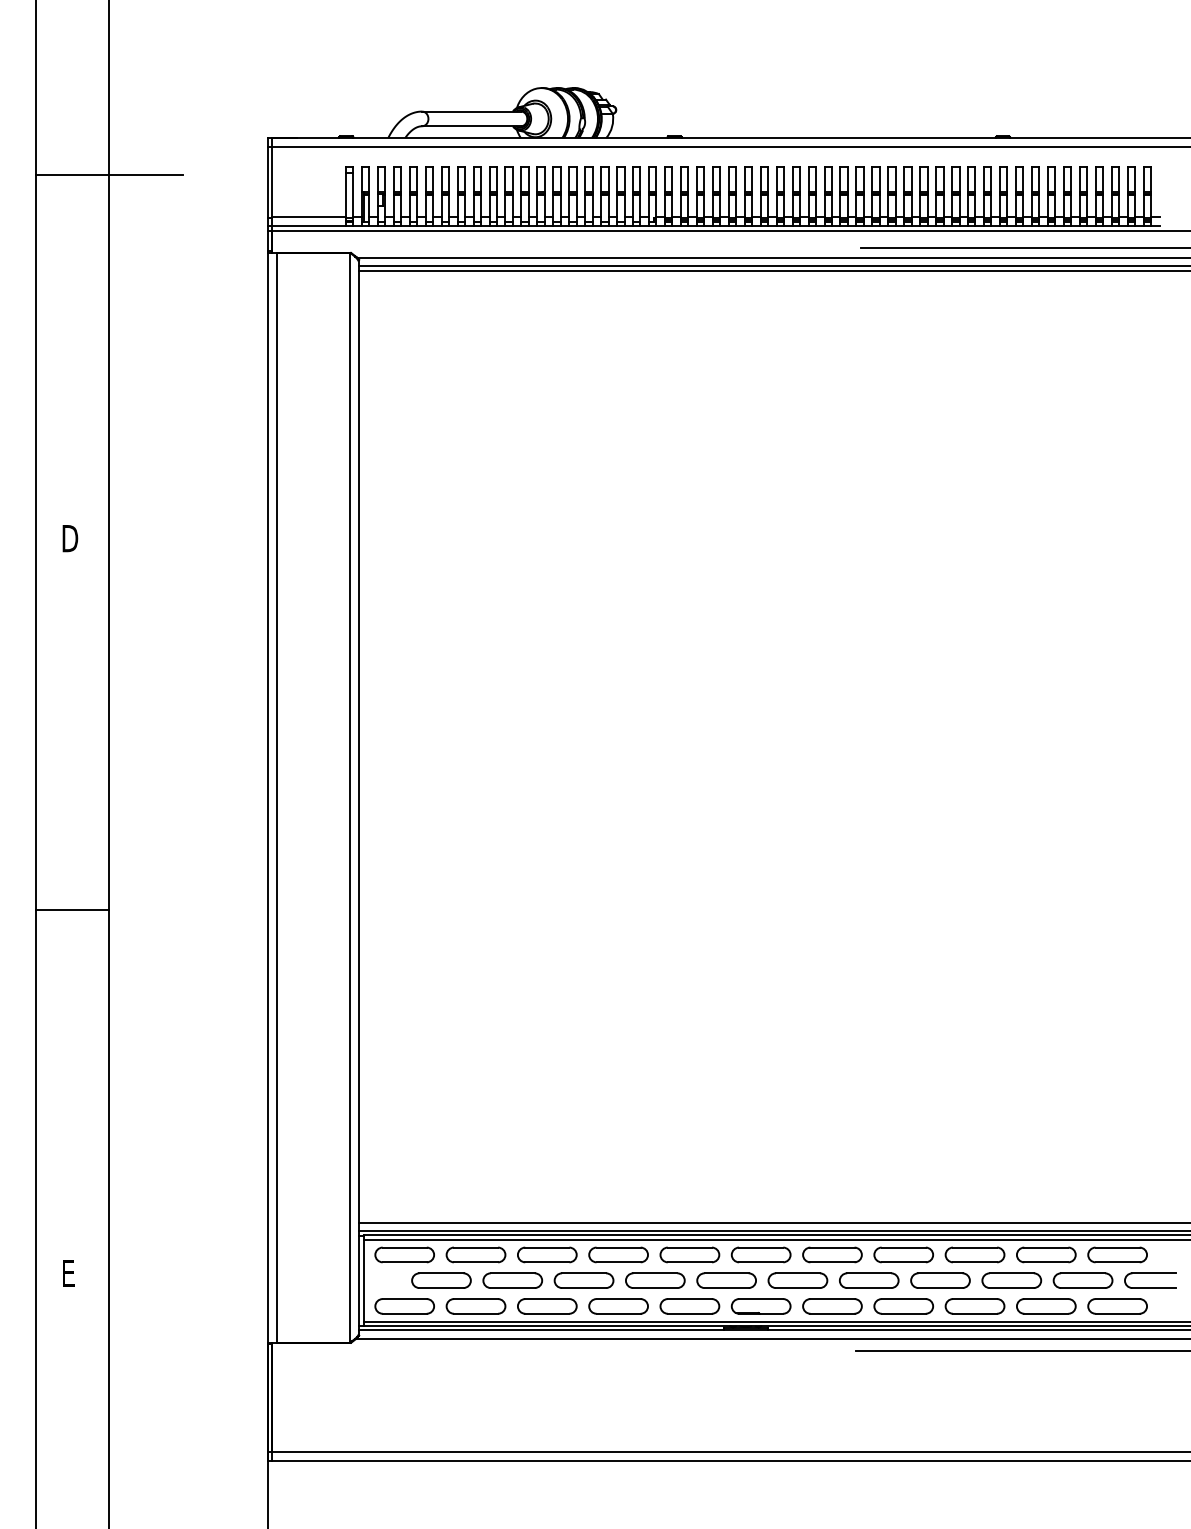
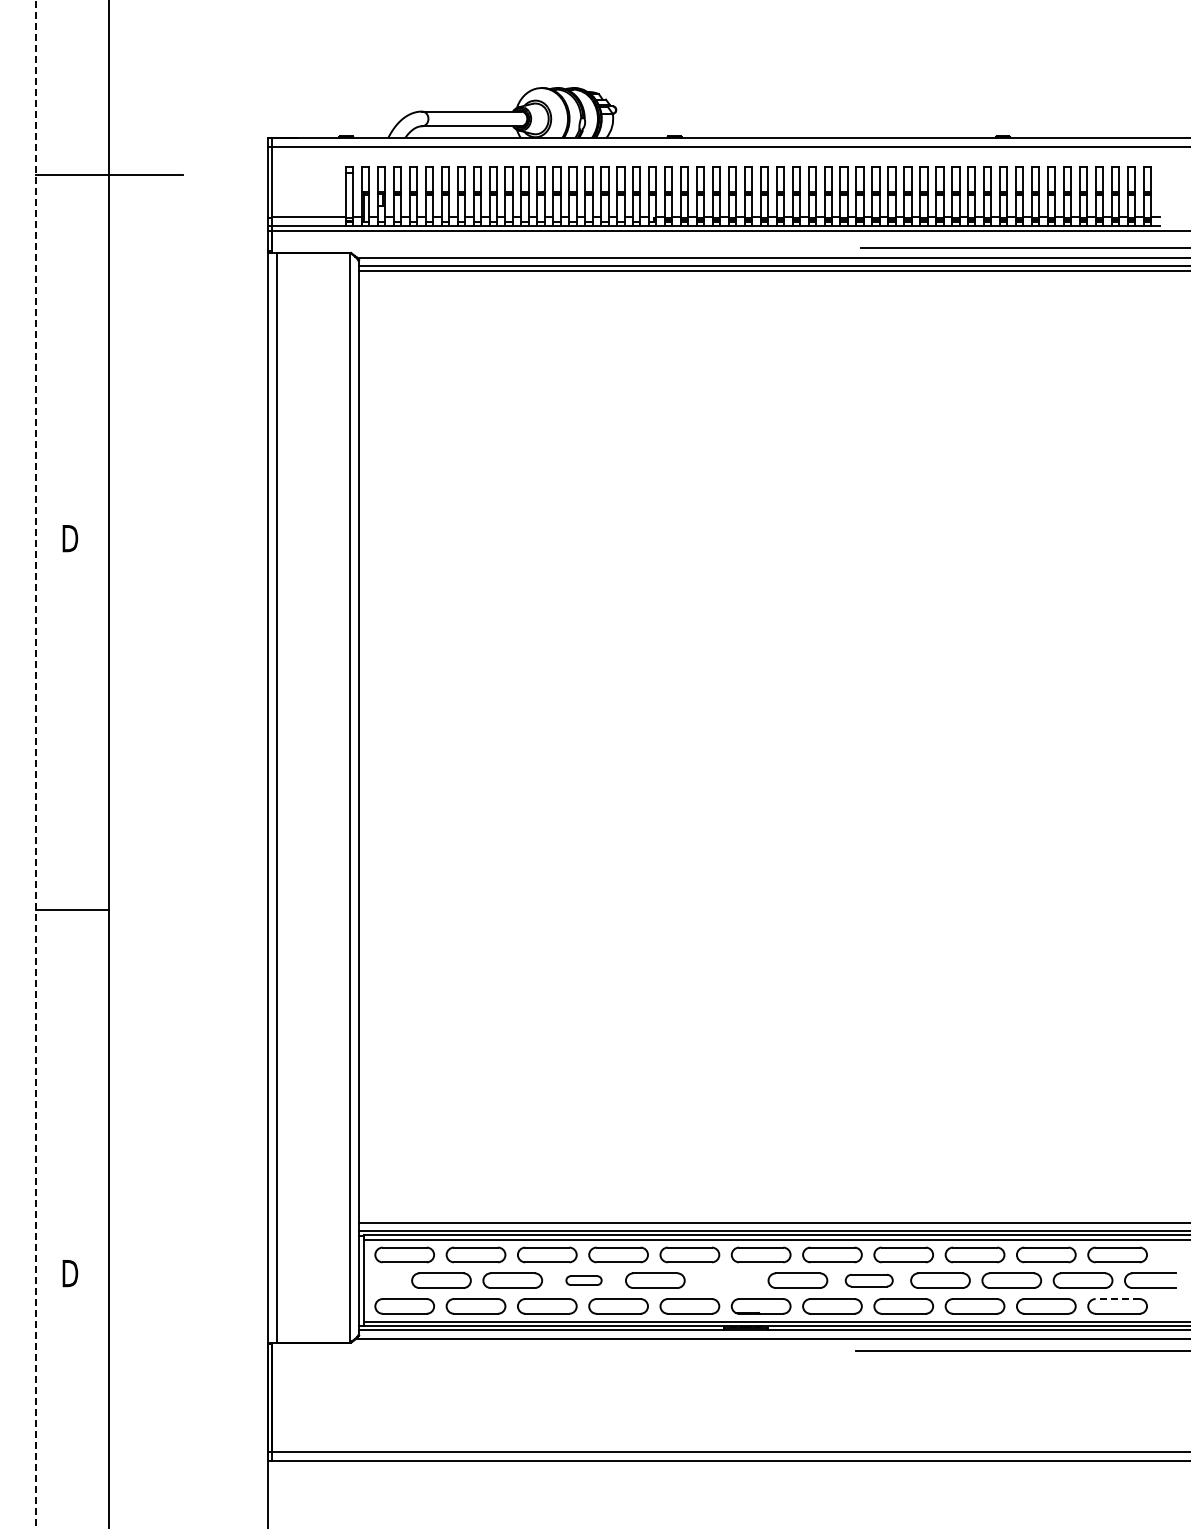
line at (35, 764): solid -> dashed
text at (70, 1273): E -> D
part at (583, 1280) size: 62x17 px -> 38x11 px
part at (726, 1280): present -> none
part at (869, 1280) size: 61x17 px -> 50x15 px
line at (1117, 1299): solid -> dashed
